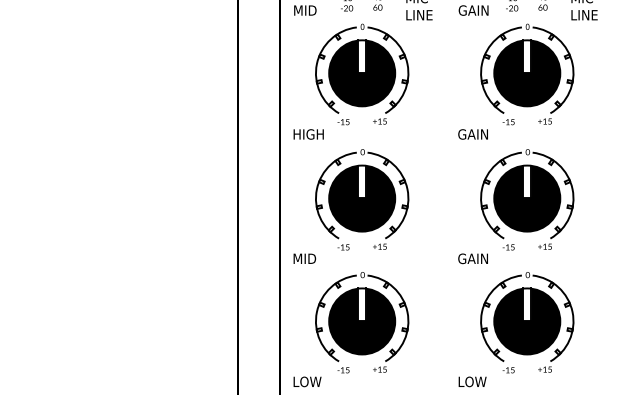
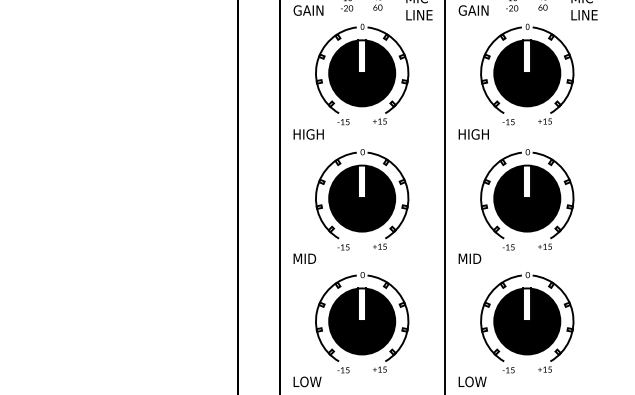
text at (308, 10): MID -> GAIN
text at (473, 134): GAIN -> HIGH
line at (444, 196): none -> present
text at (472, 258): GAIN -> MID
